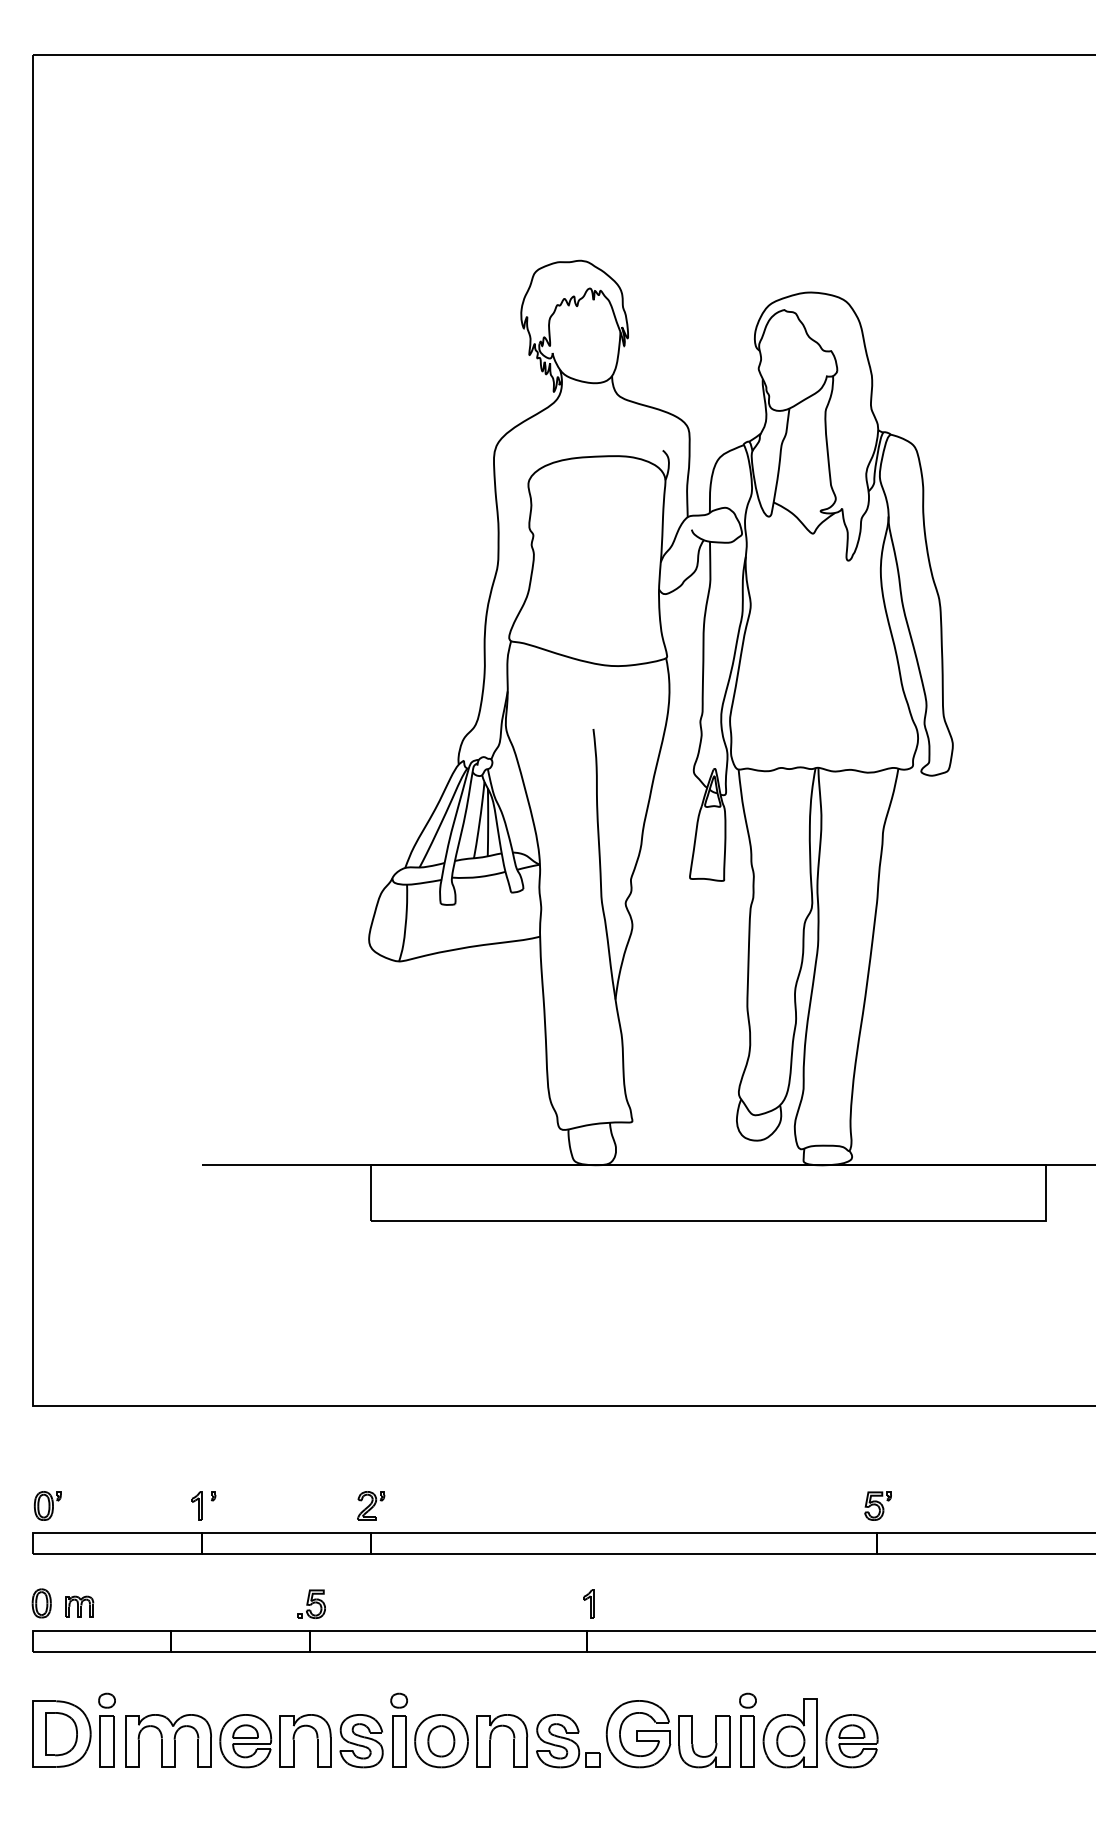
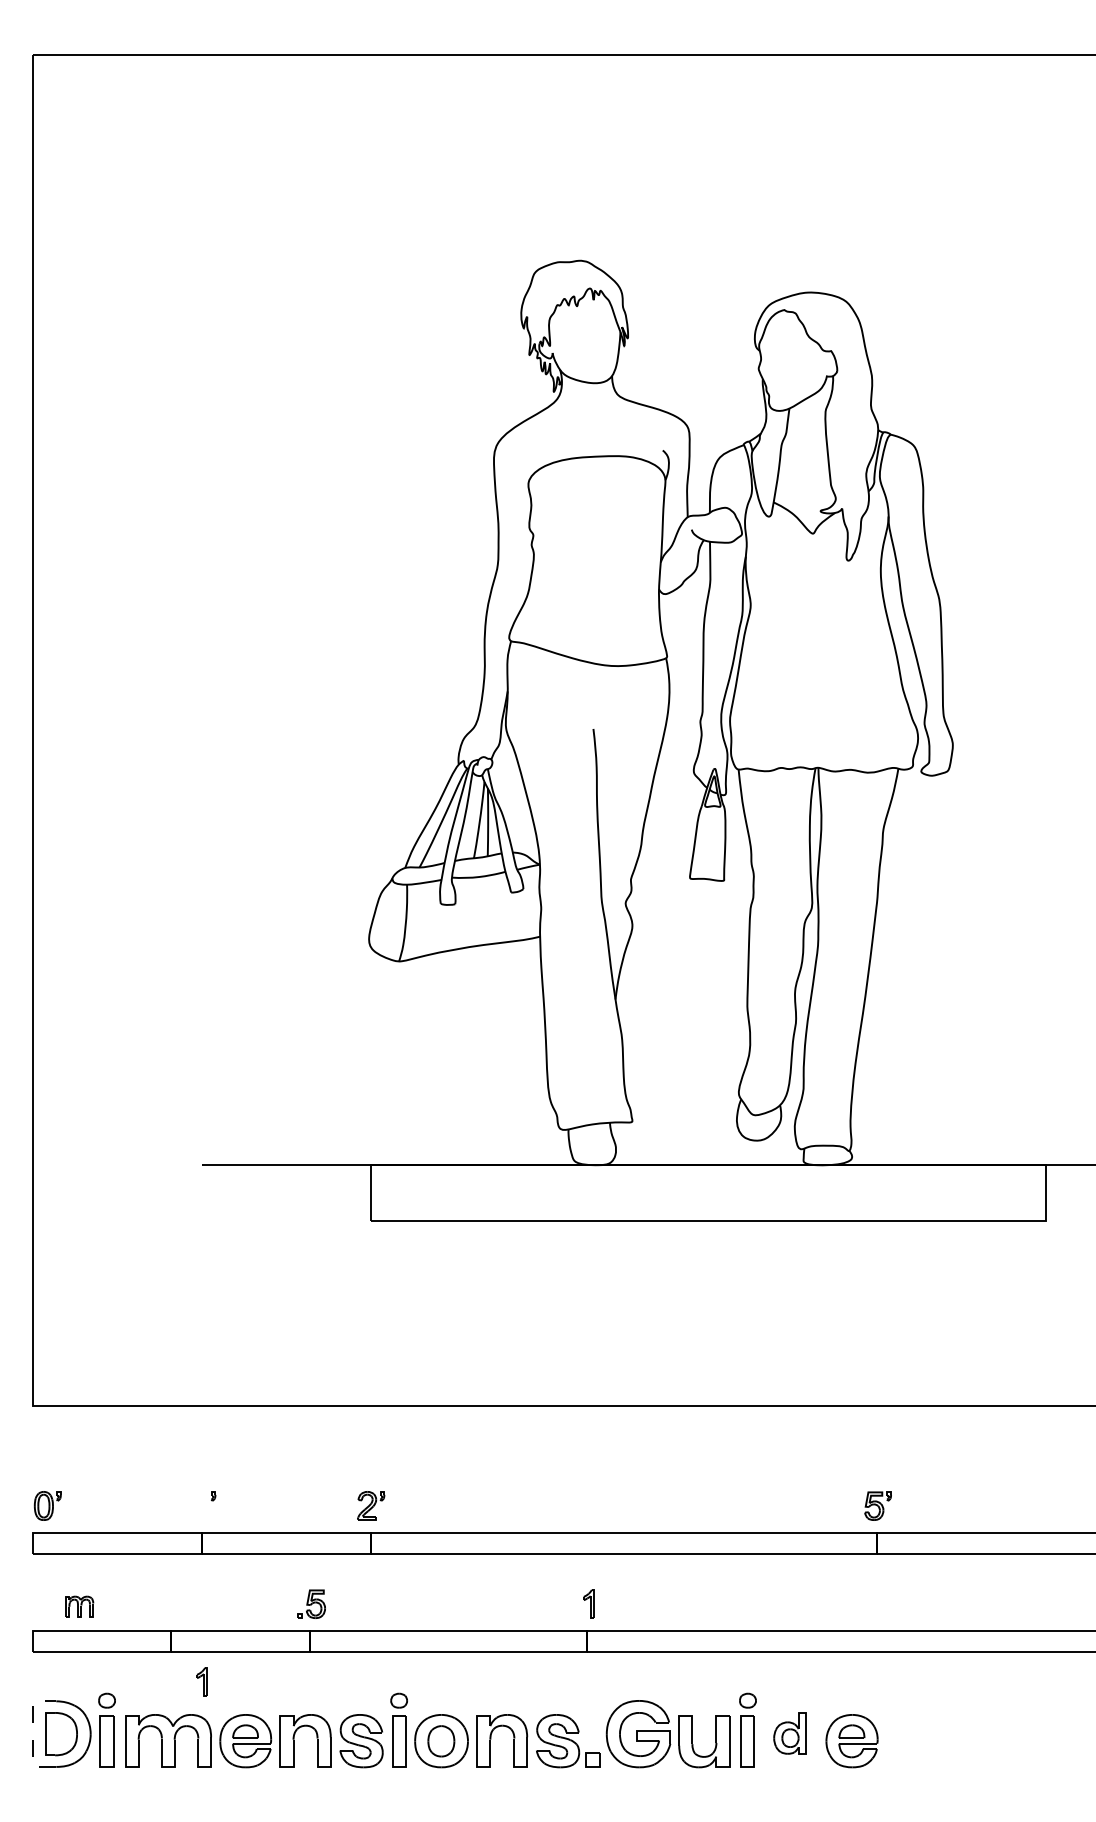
part at (196, 1505) position: (196, 1505) -> (201, 1681)
part at (41, 1603): present -> none
part at (789, 1733) size: 56x71 px -> 34x43 px
line at (32, 1734): solid -> dashed
